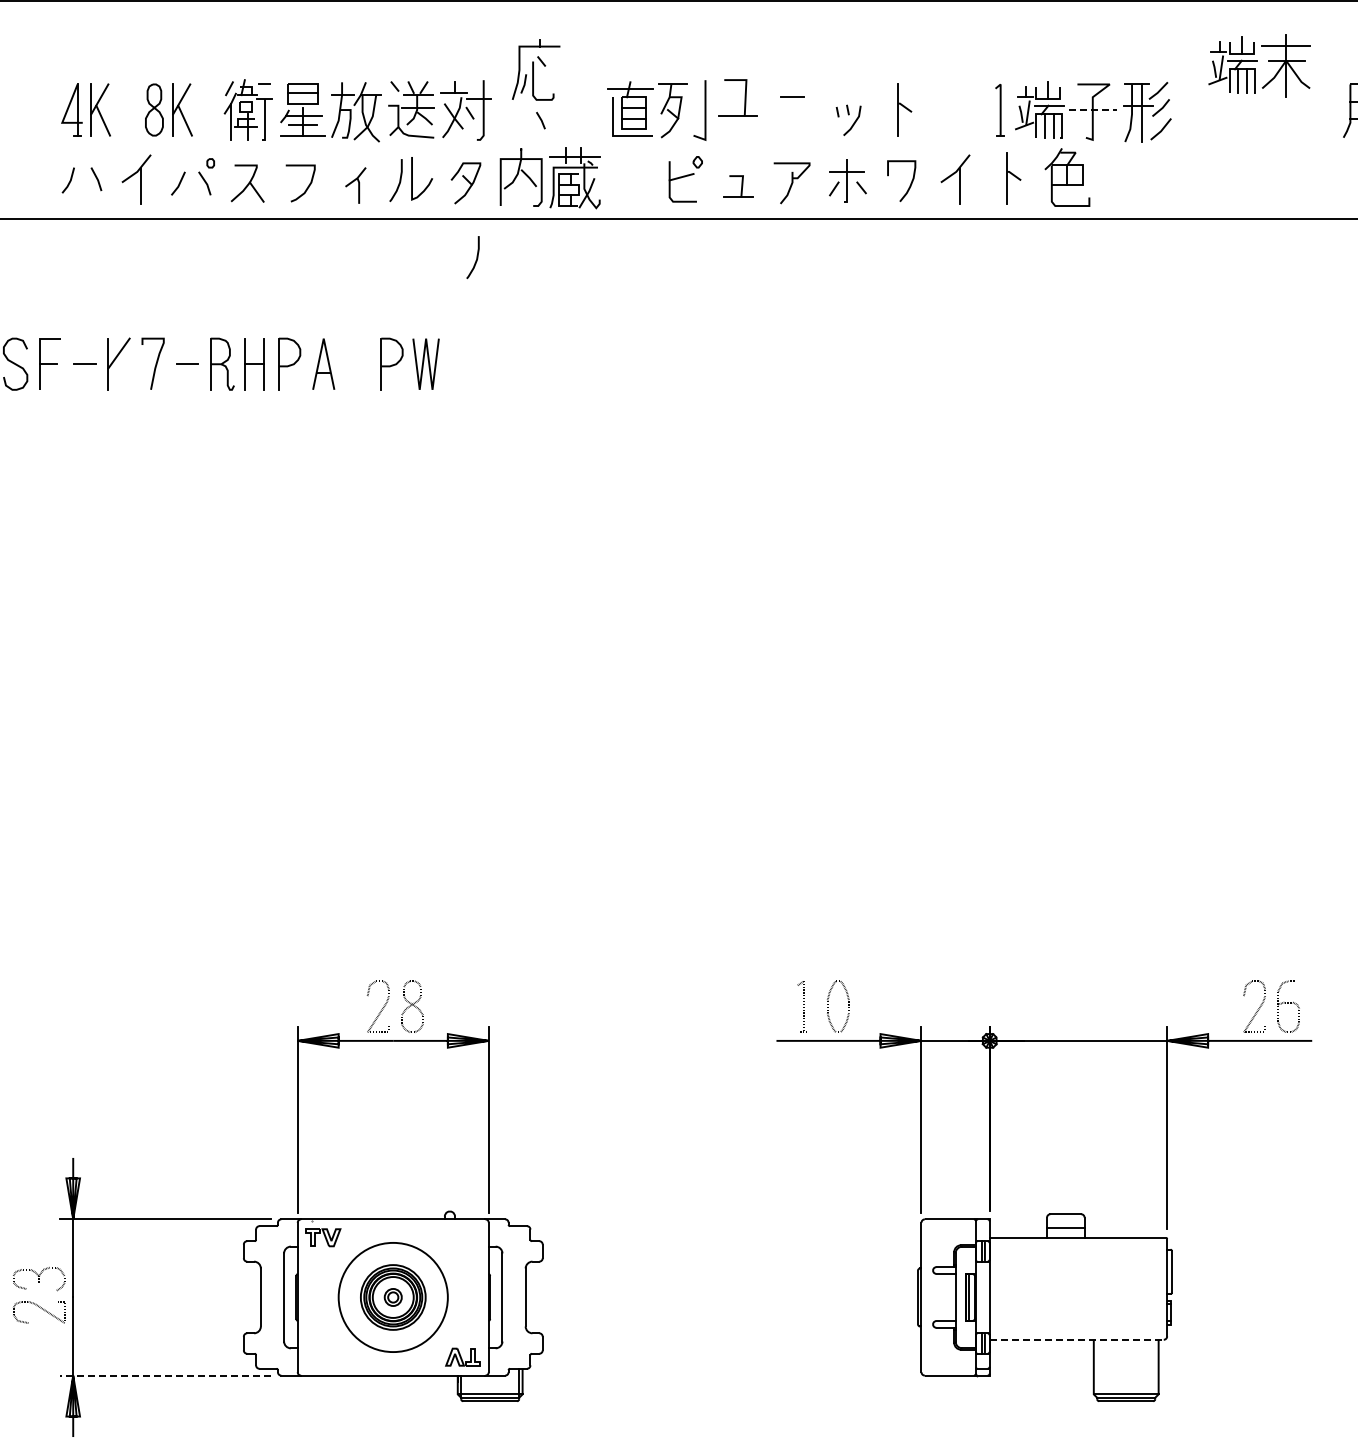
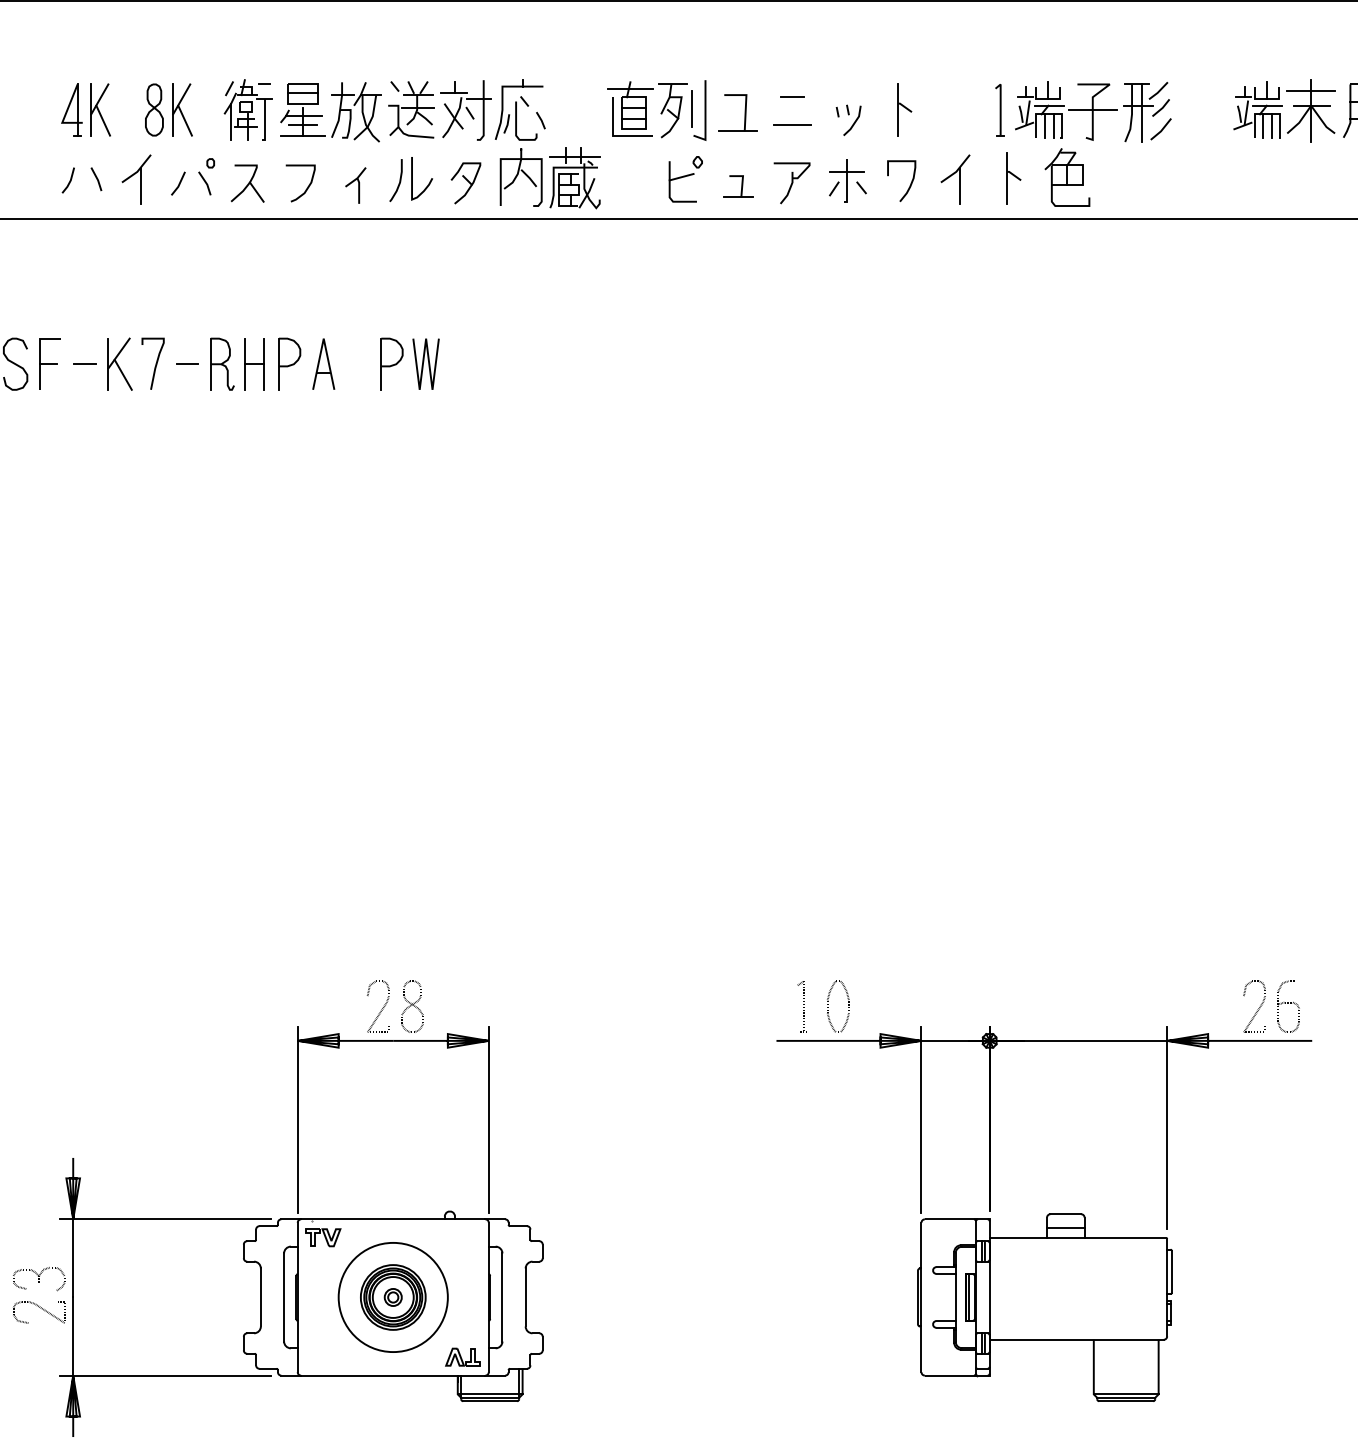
part at (1259, 65) position: (1259, 65) -> (1284, 110)
part at (536, 69) position: (536, 69) -> (519, 109)
part at (744, 97) position: (744, 97) -> (744, 112)
line at (691, 108): none -> present
line at (1092, 110): dashed -> solid
line at (792, 124): none -> present
curve at (476, 257): present -> none
line at (122, 374): none -> present
line at (1077, 1339): dashed -> solid
line at (165, 1375): dashed -> solid
